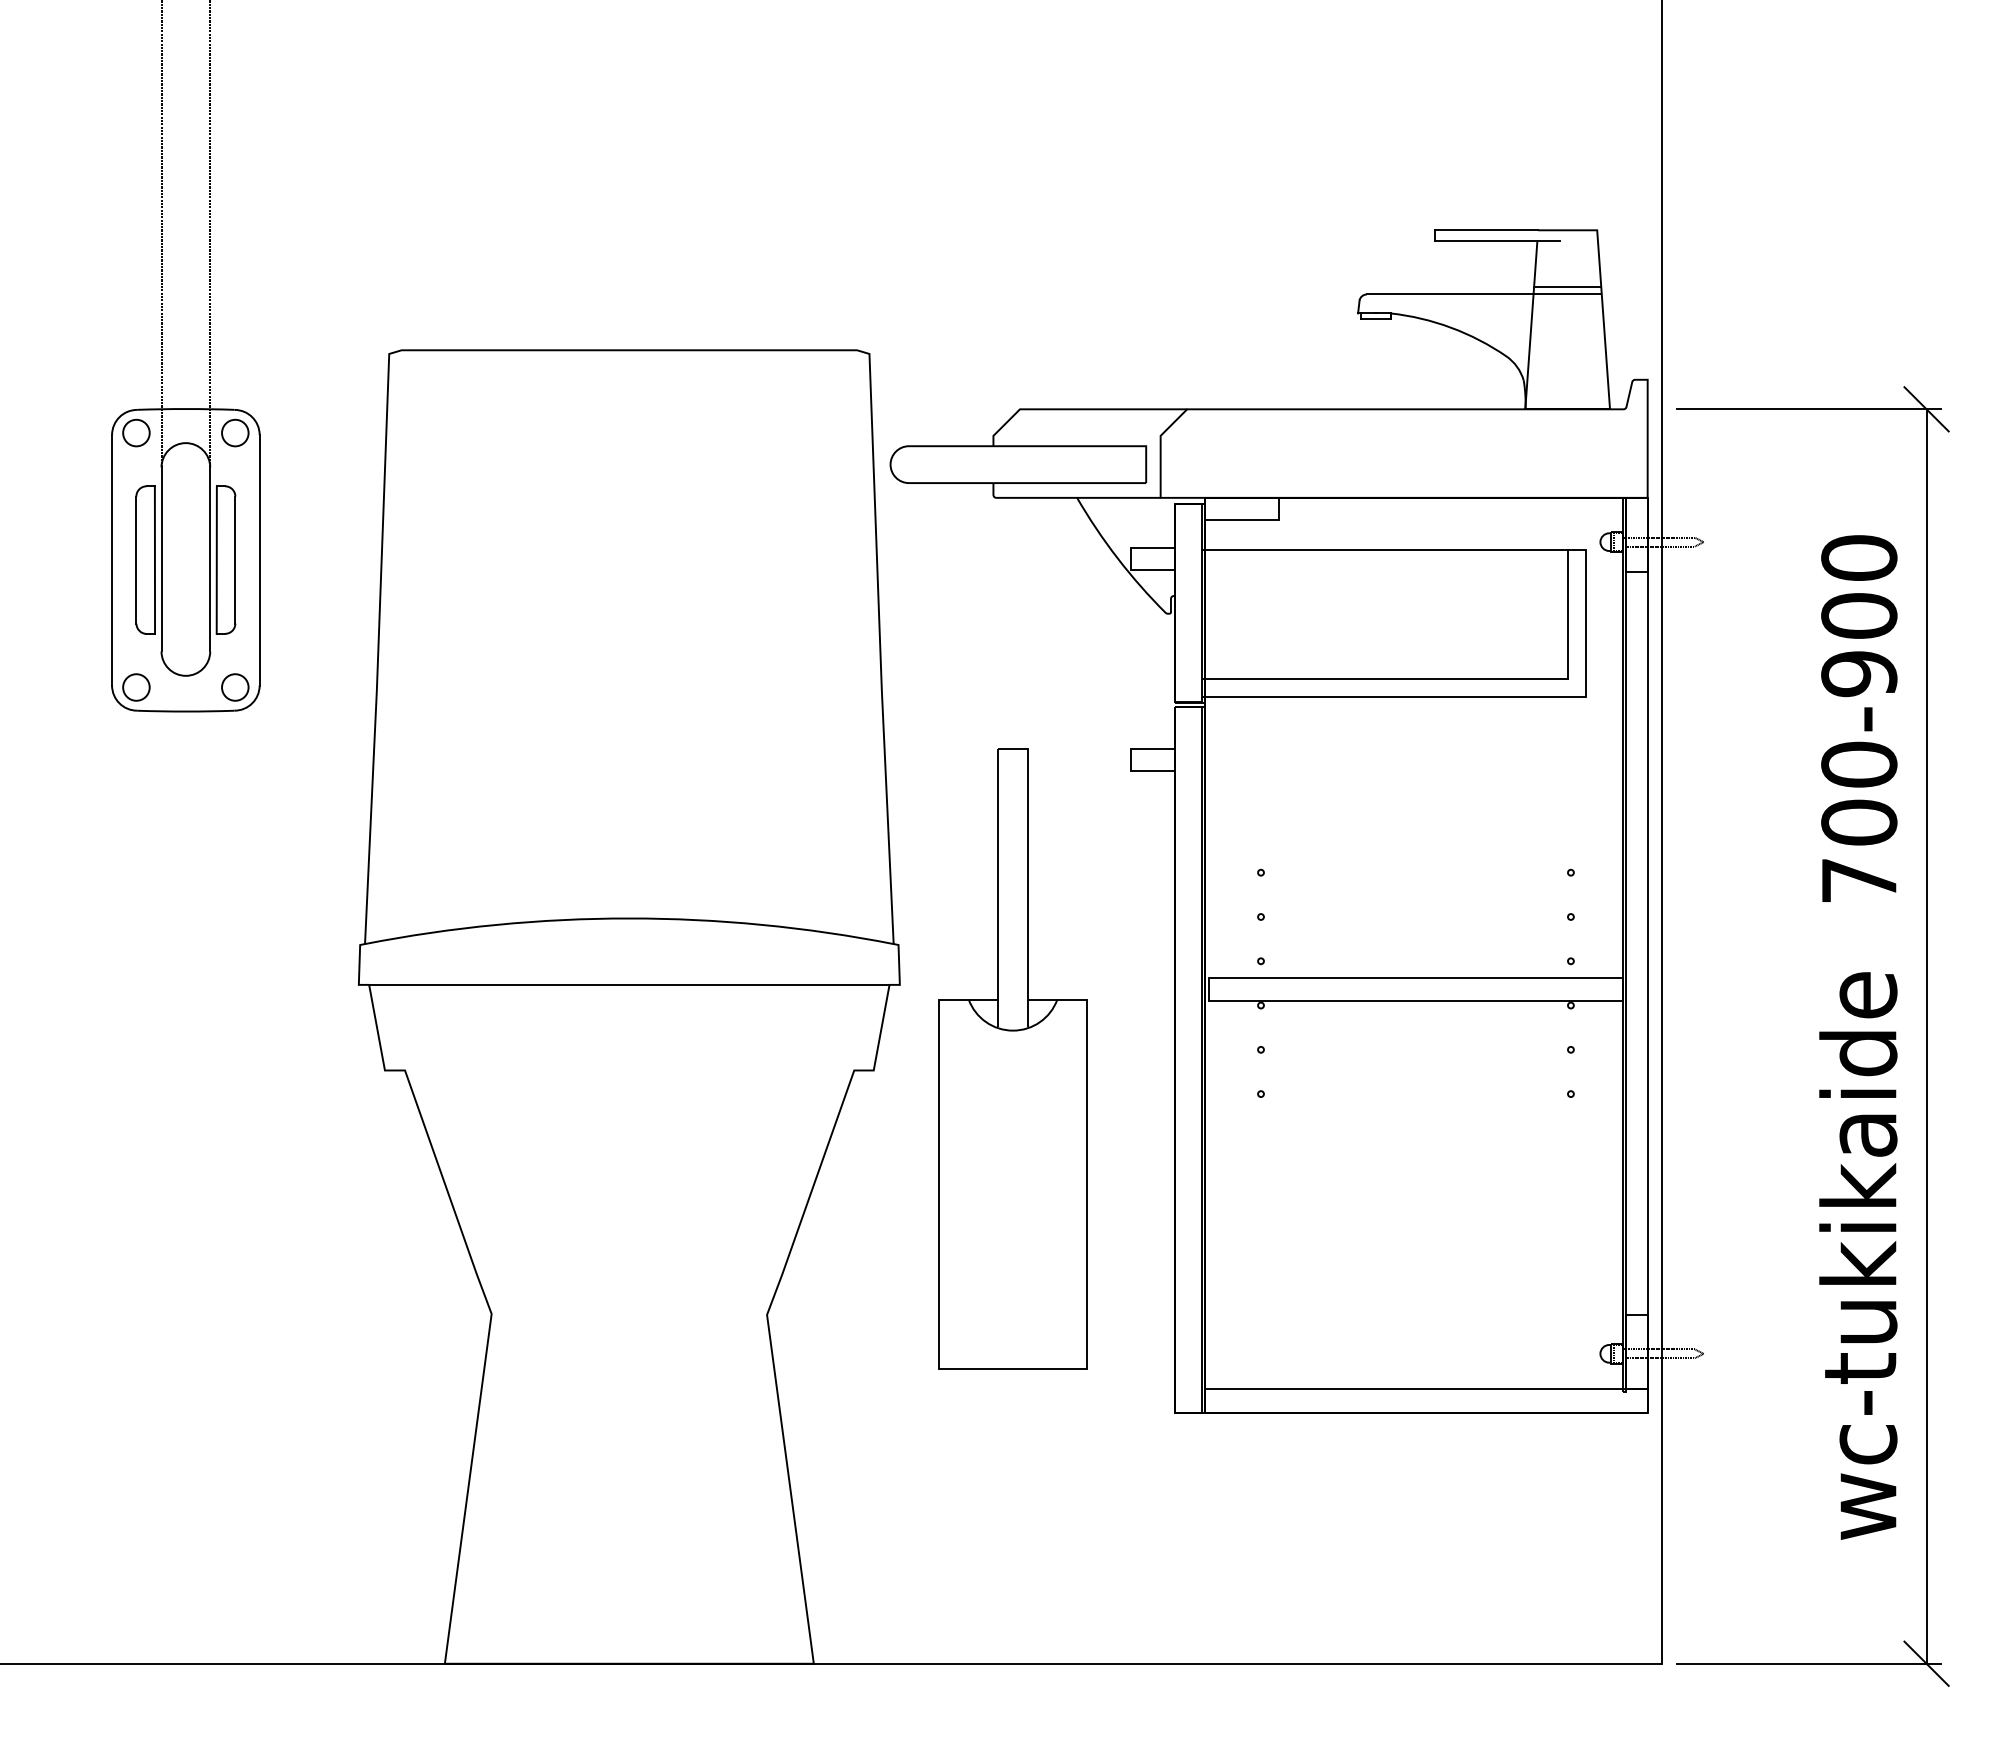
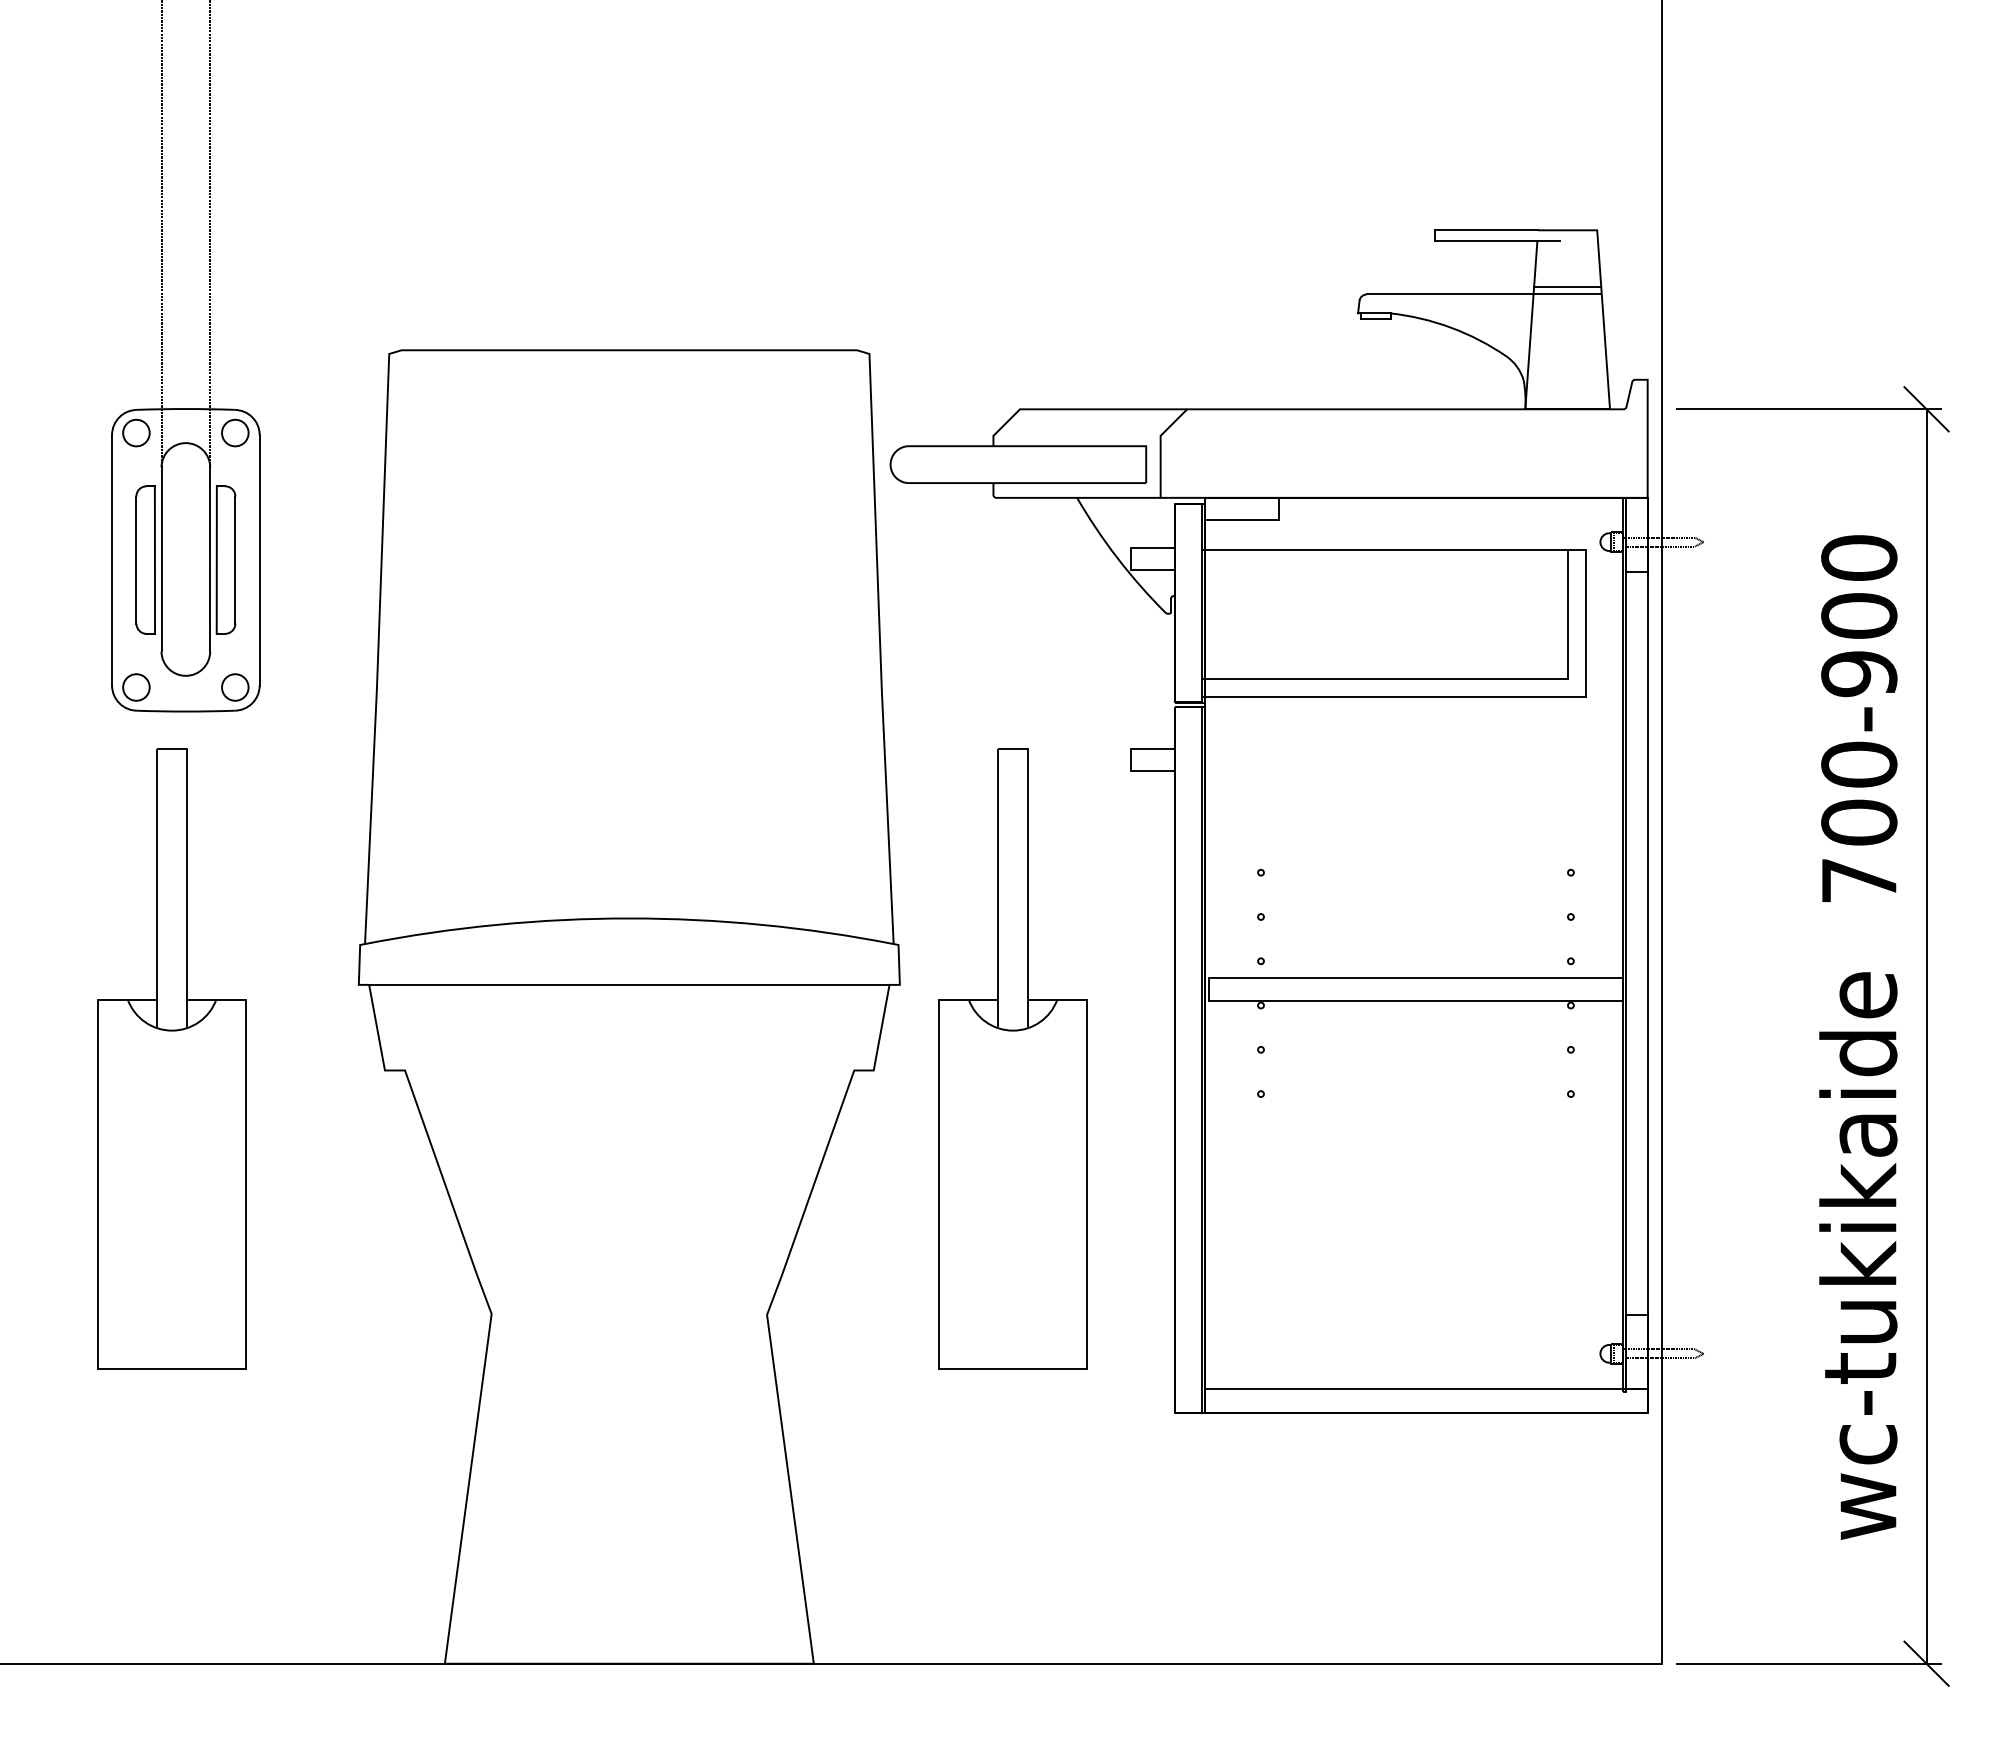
part at (171, 1058): none -> present
